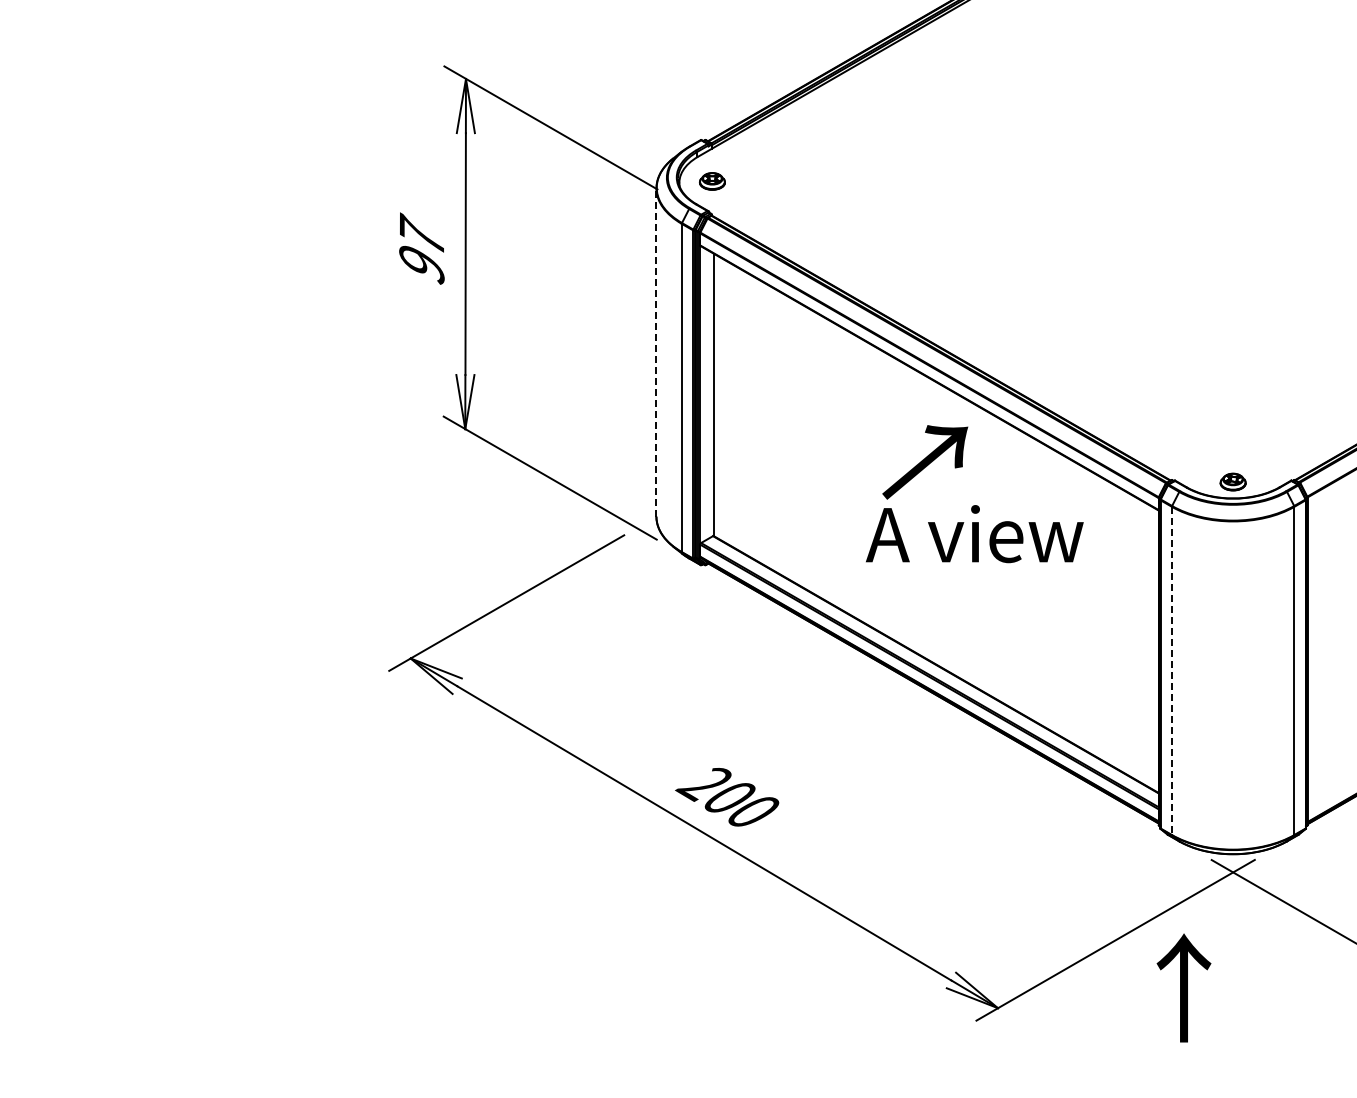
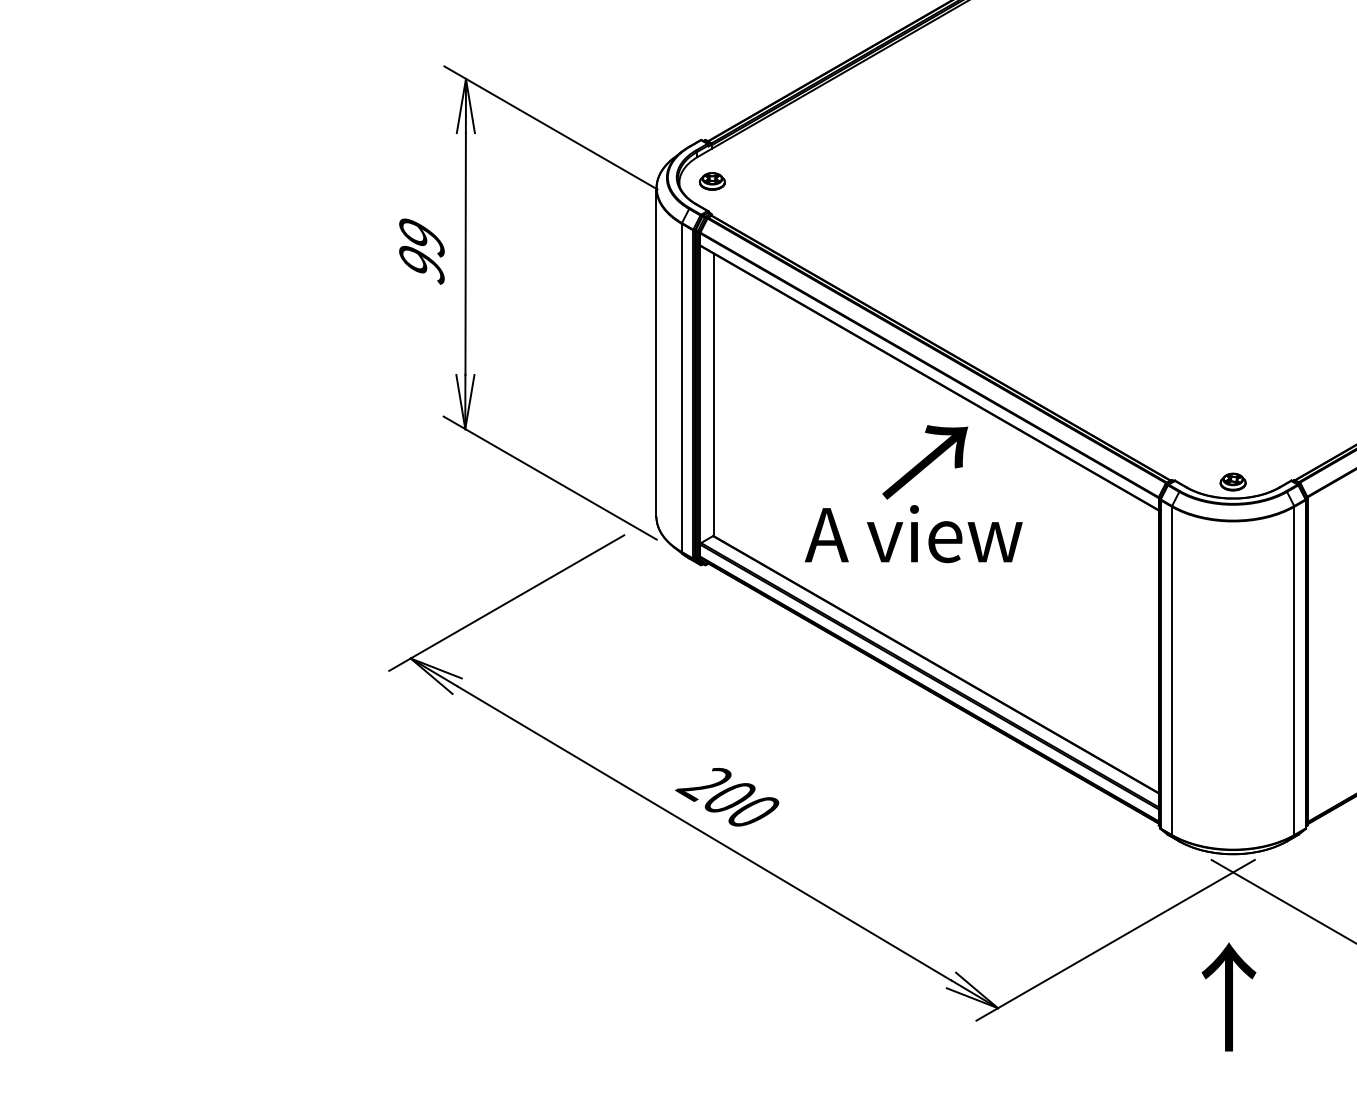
text at (421, 234): 97 -> 99
line at (656, 352): dashed -> solid
text at (974, 534) position: (974, 534) -> (913, 534)
line at (1171, 671): dashed -> solid
text at (1183, 987) position: (1183, 987) -> (1228, 996)
